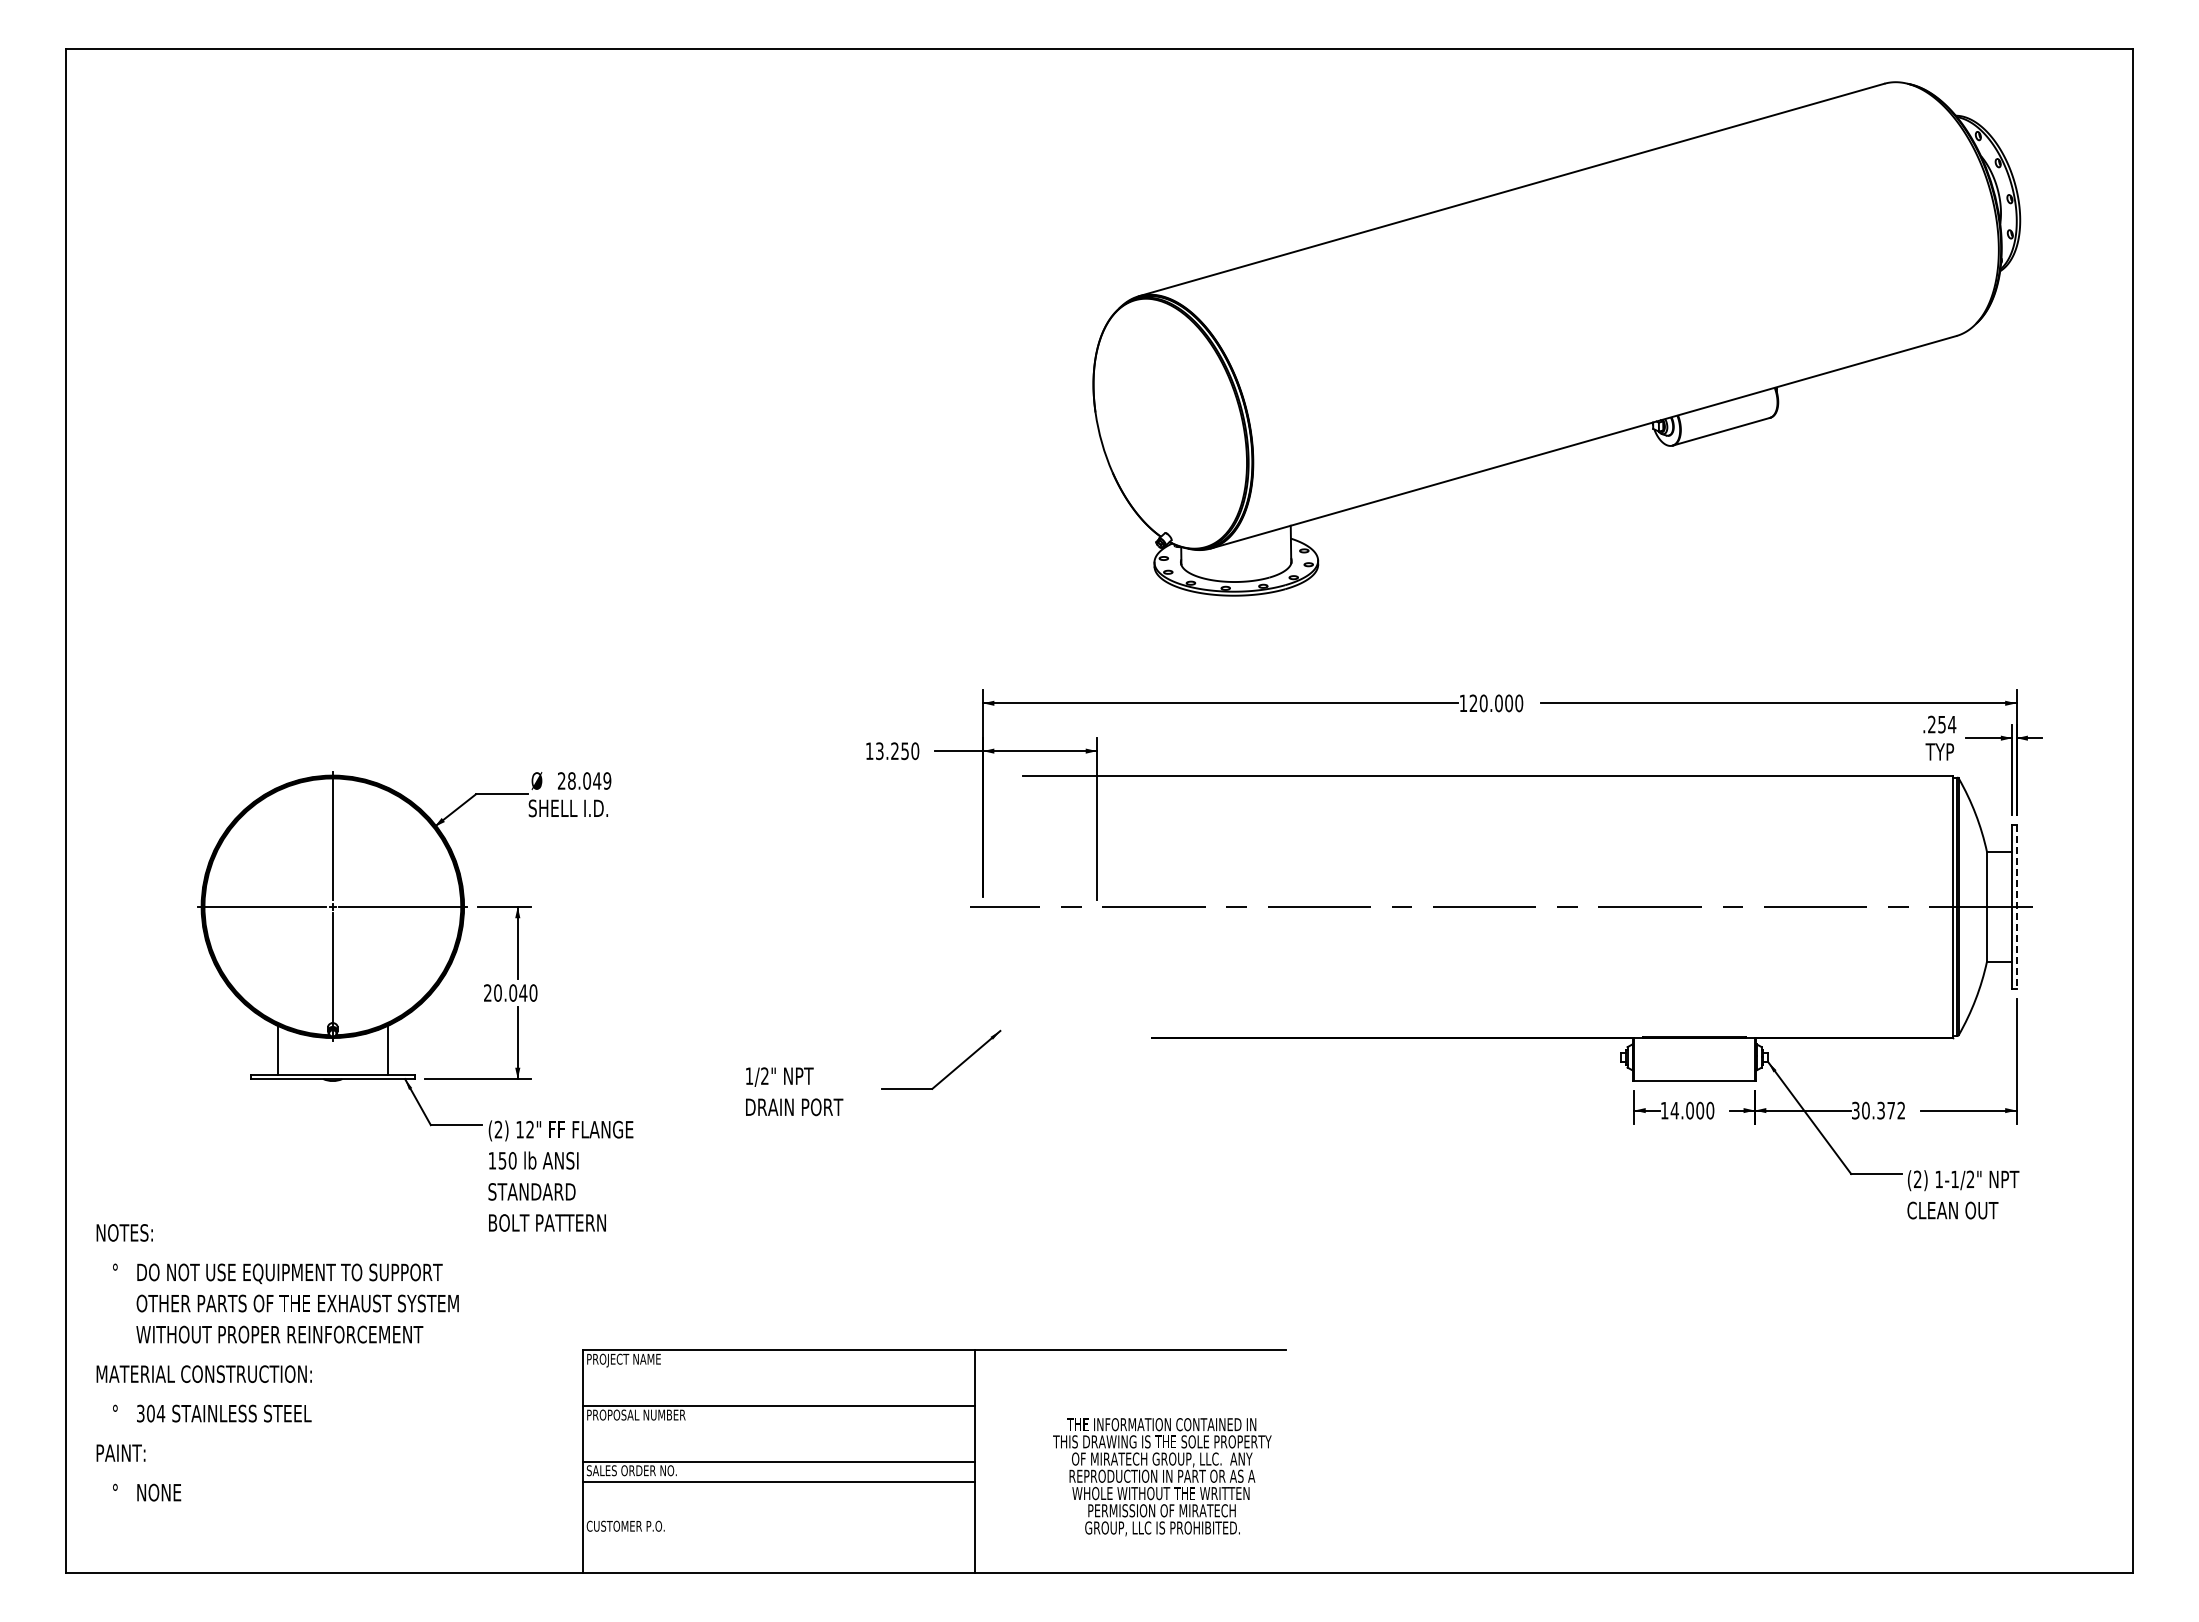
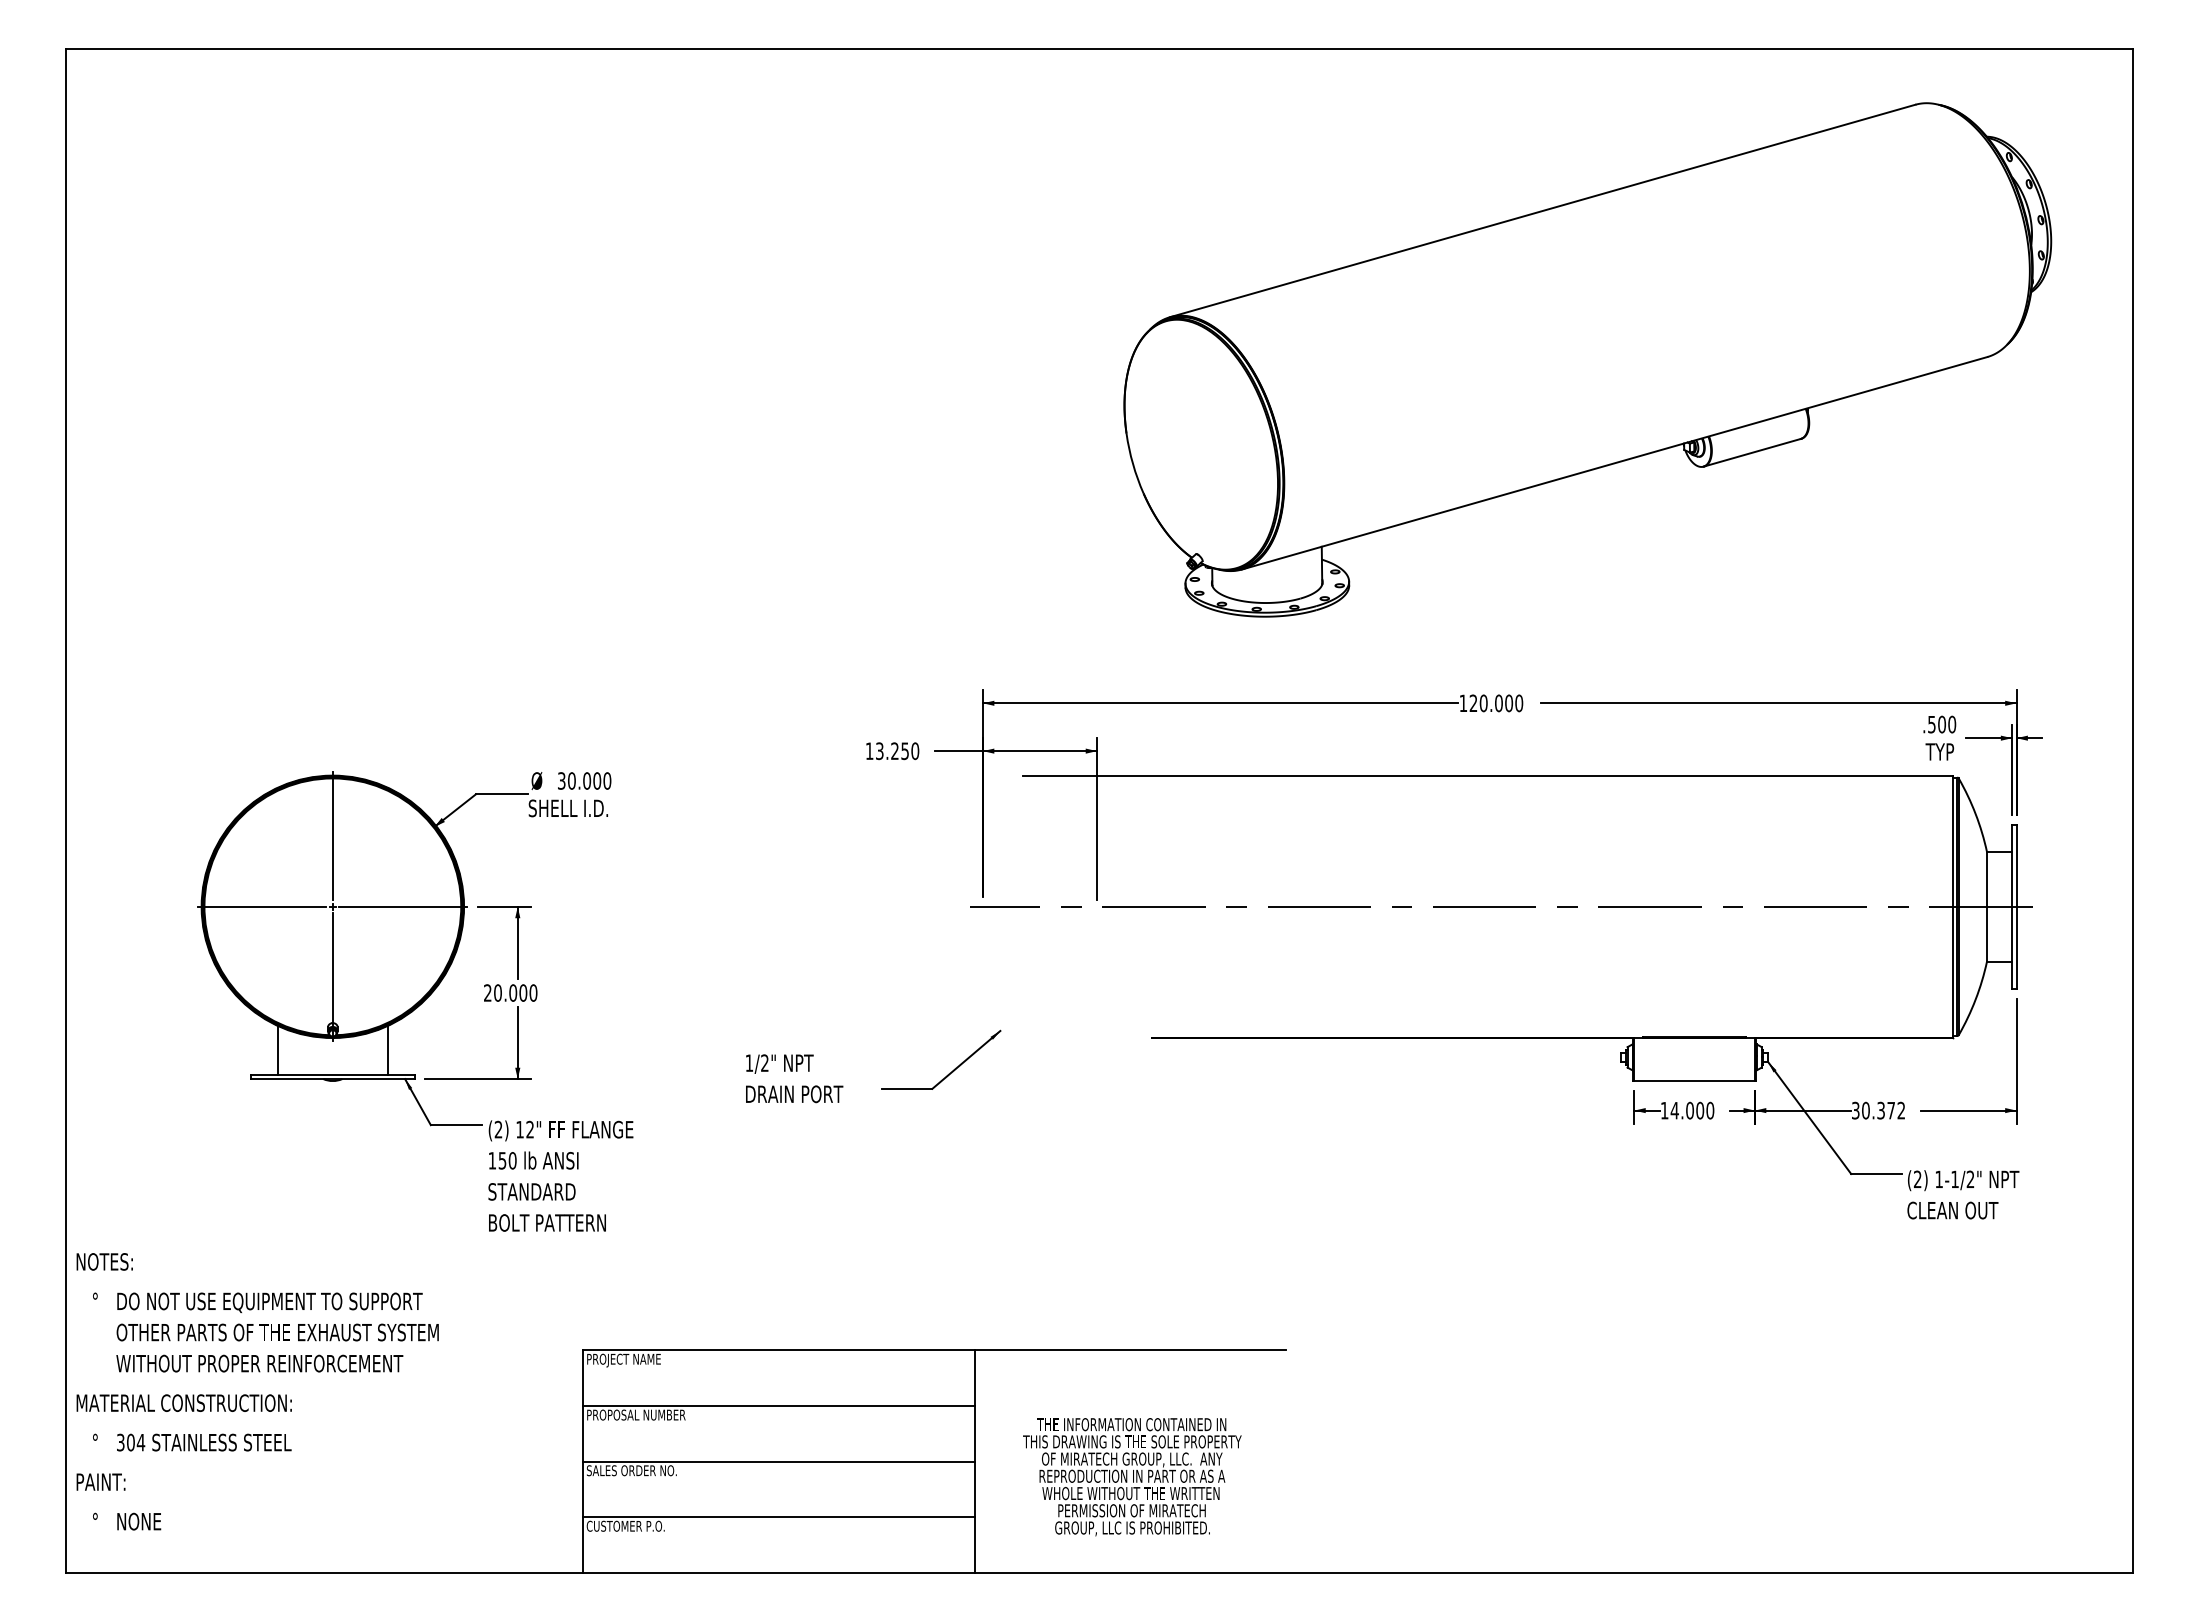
part at (1556, 338) position: (1556, 338) -> (1587, 359)
text at (1942, 724): .254 -> .500
text at (584, 780): 28.049 -> 30.000
line at (2016, 906): dashed -> solid
text at (523, 992): 20.040 -> 20.000
text at (794, 1091) position: (794, 1091) -> (794, 1078)
text at (277, 1362) position: (277, 1362) -> (257, 1391)
text at (1162, 1477) position: (1162, 1477) -> (1132, 1477)
line at (778, 1482) position: (778, 1482) -> (778, 1517)
